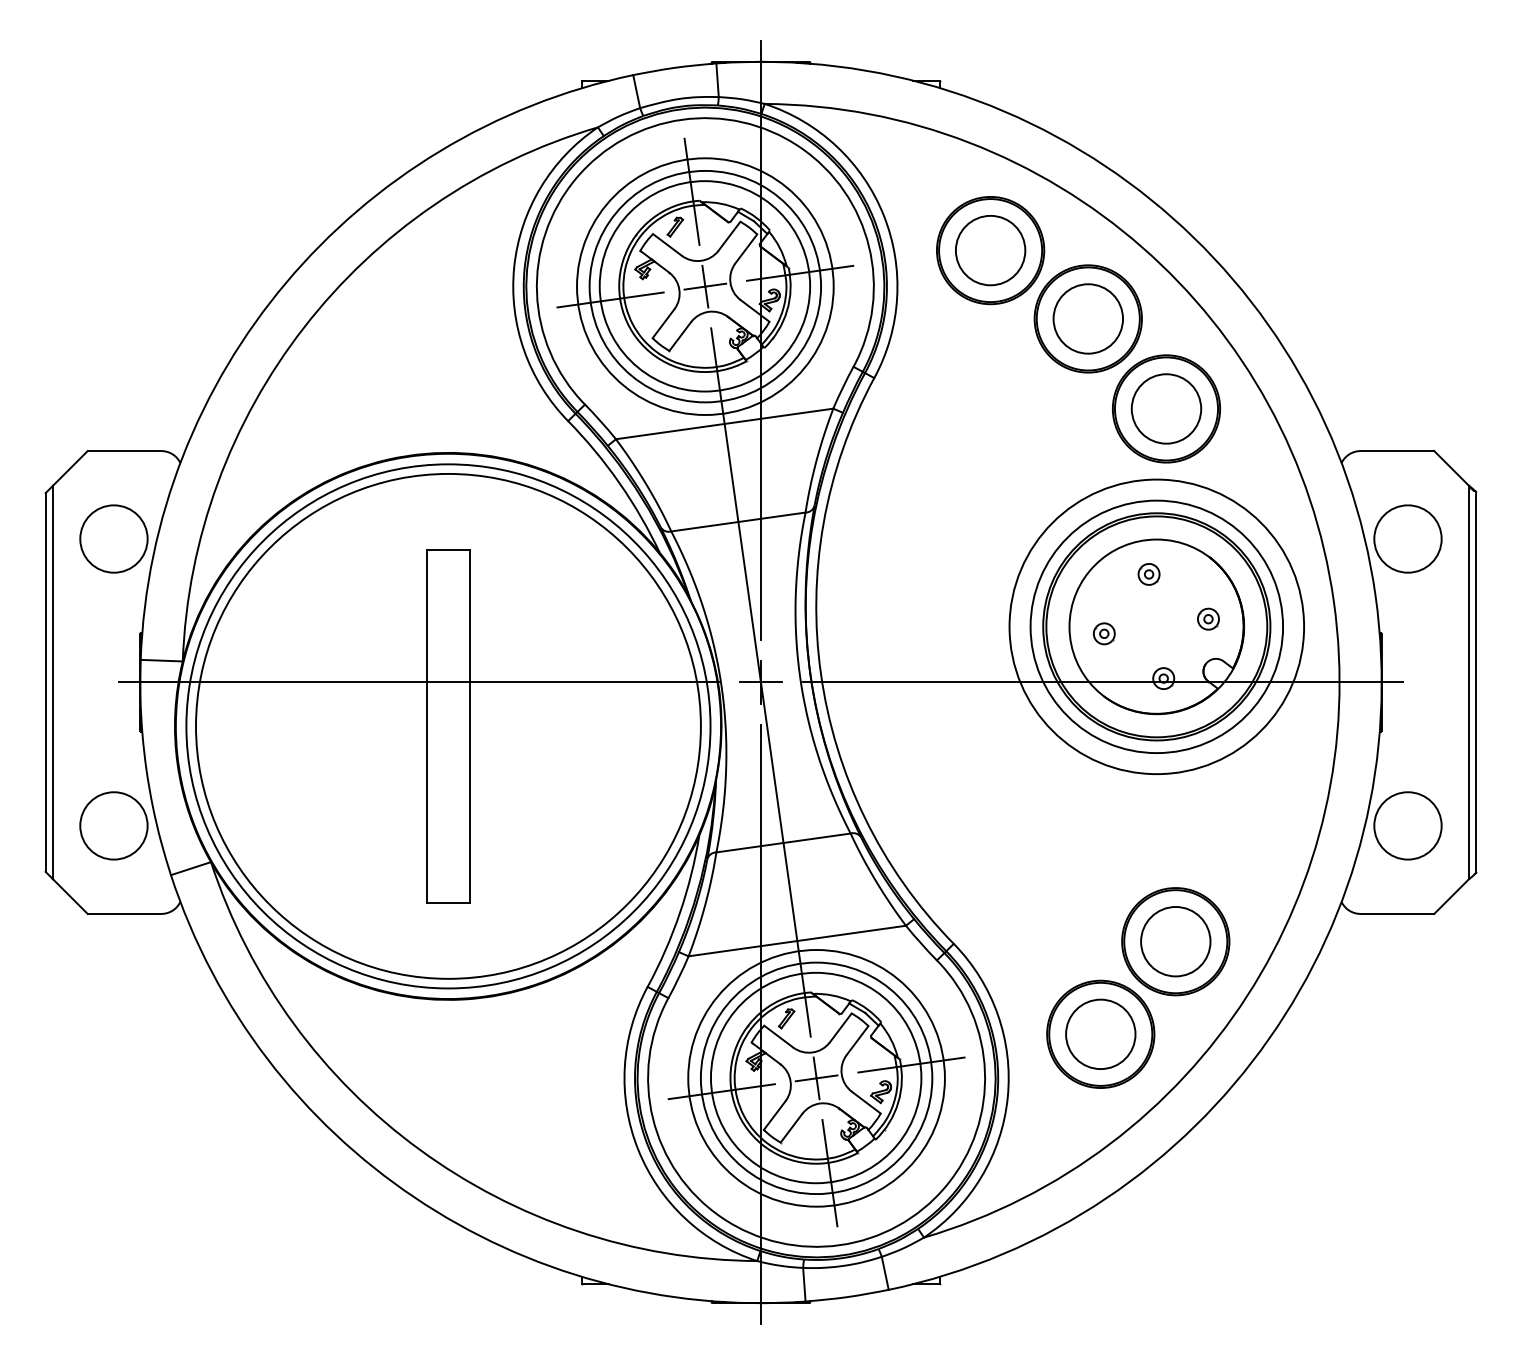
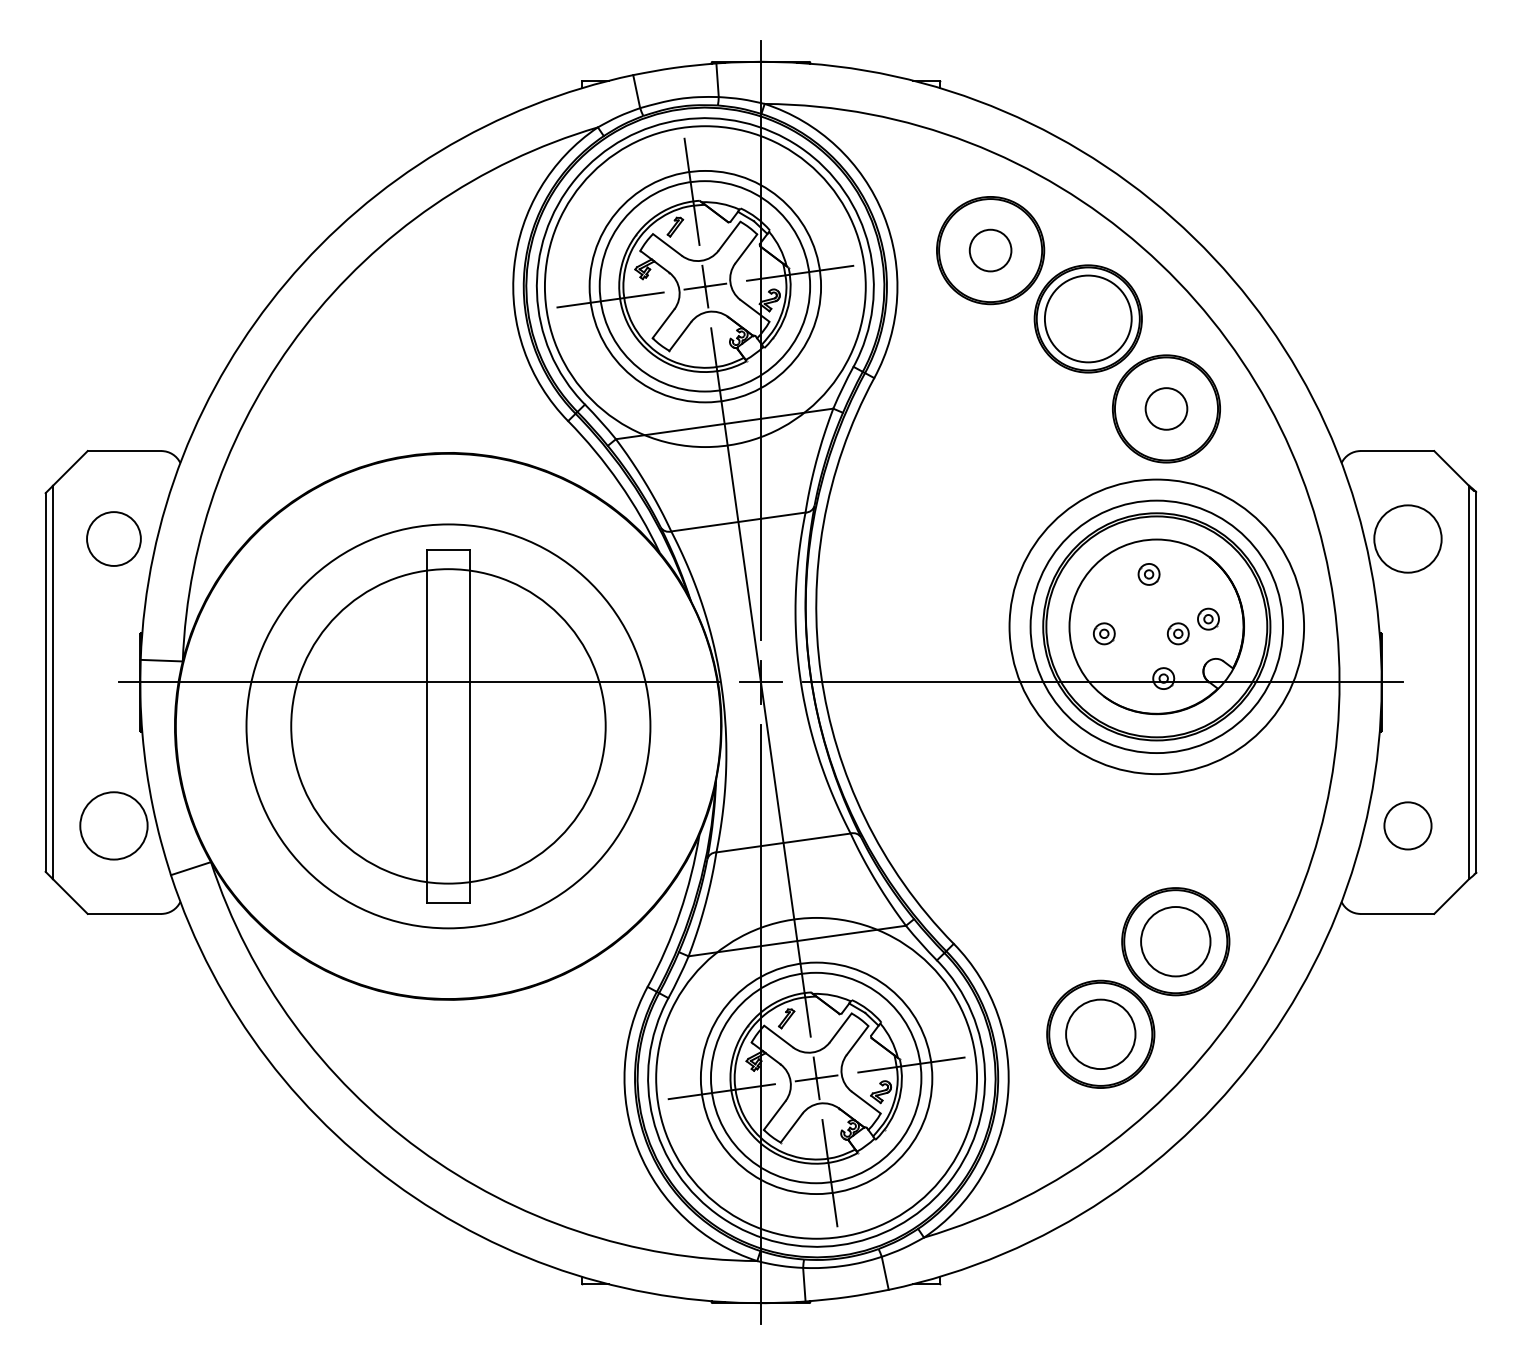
circle at (990, 250) diameter: 69 px -> 42 px
circle at (705, 286) diameter: 257 px -> 321 px
circle at (1088, 318) diameter: 69 px -> 87 px
circle at (1166, 408) diameter: 69 px -> 42 px
circle at (113, 538) diameter: 67 px -> 54 px
part at (1178, 633): none -> present
circle at (448, 725) diameter: 505 px -> 404 px
circle at (448, 726) diameter: 524 px -> 314 px
circle at (1407, 825) diameter: 67 px -> 47 px
circle at (816, 1078) diameter: 257 px -> 321 px
